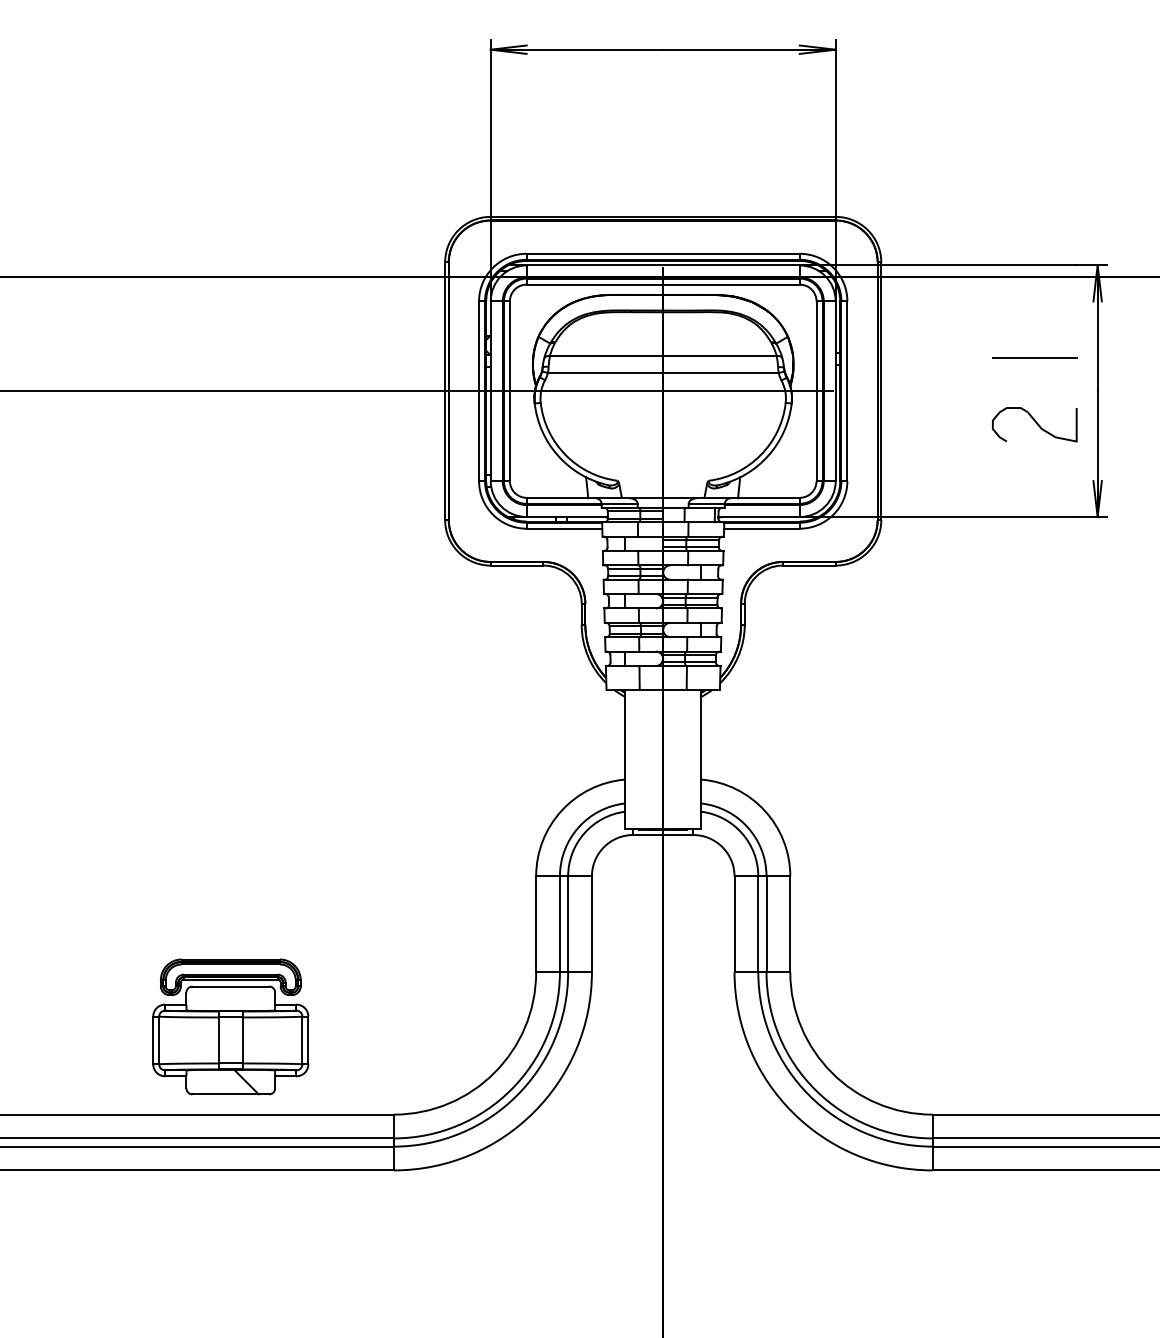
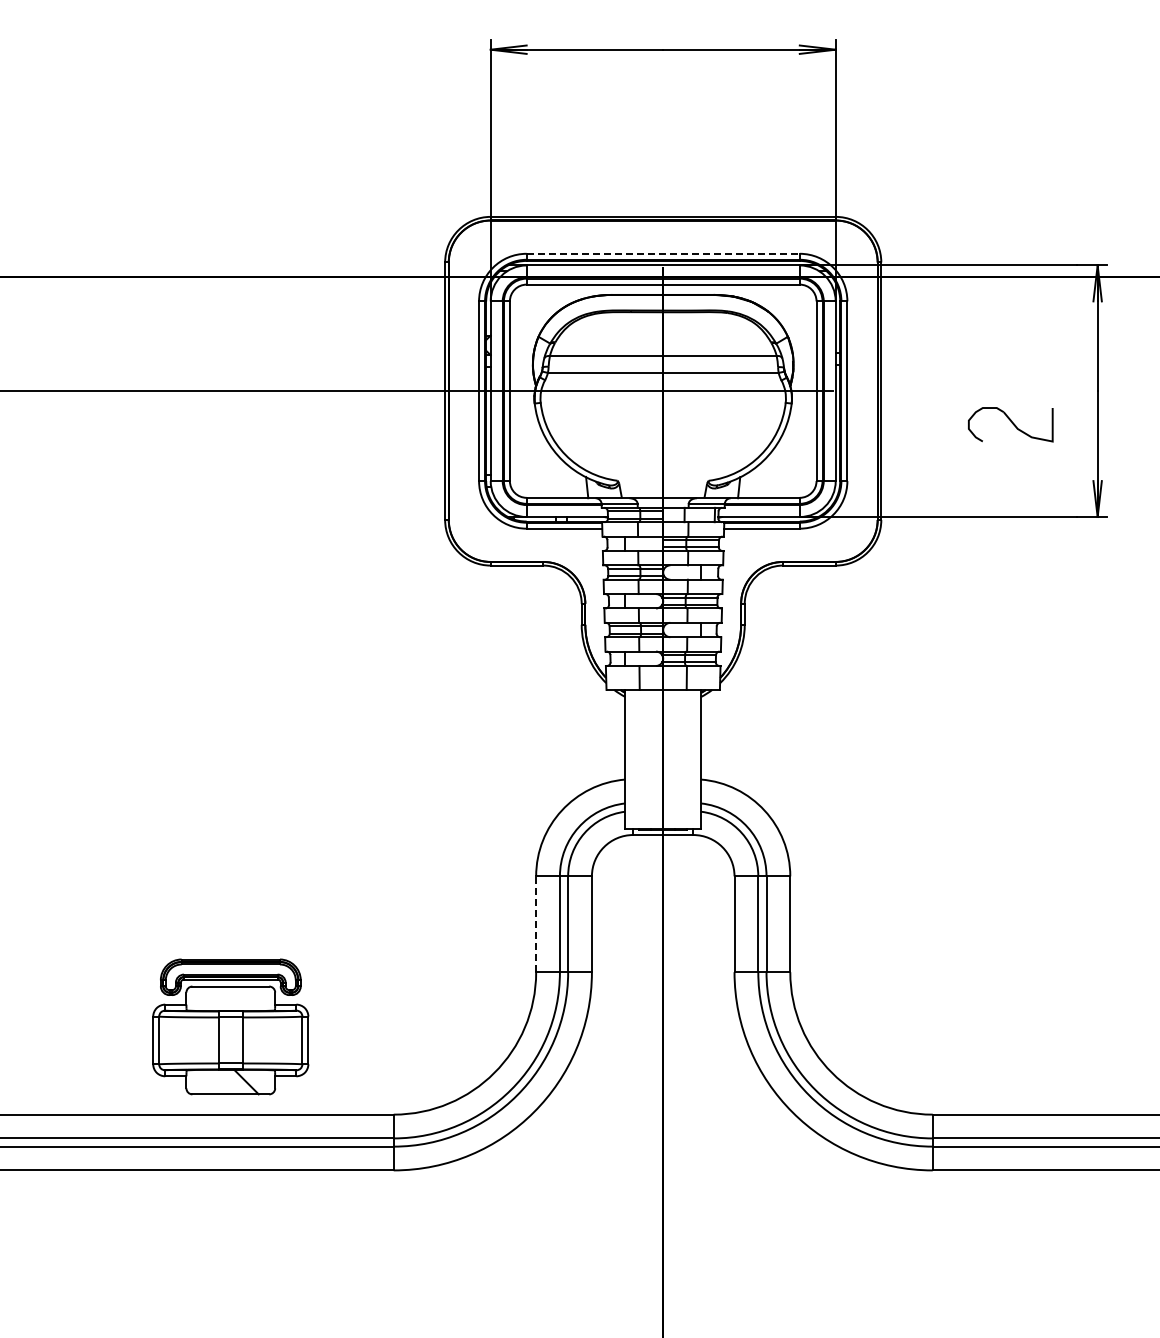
line at (663, 253): solid -> dashed
line at (1034, 357): present -> none
part at (1034, 424) position: (1034, 424) -> (1010, 424)
line at (536, 924): solid -> dashed
